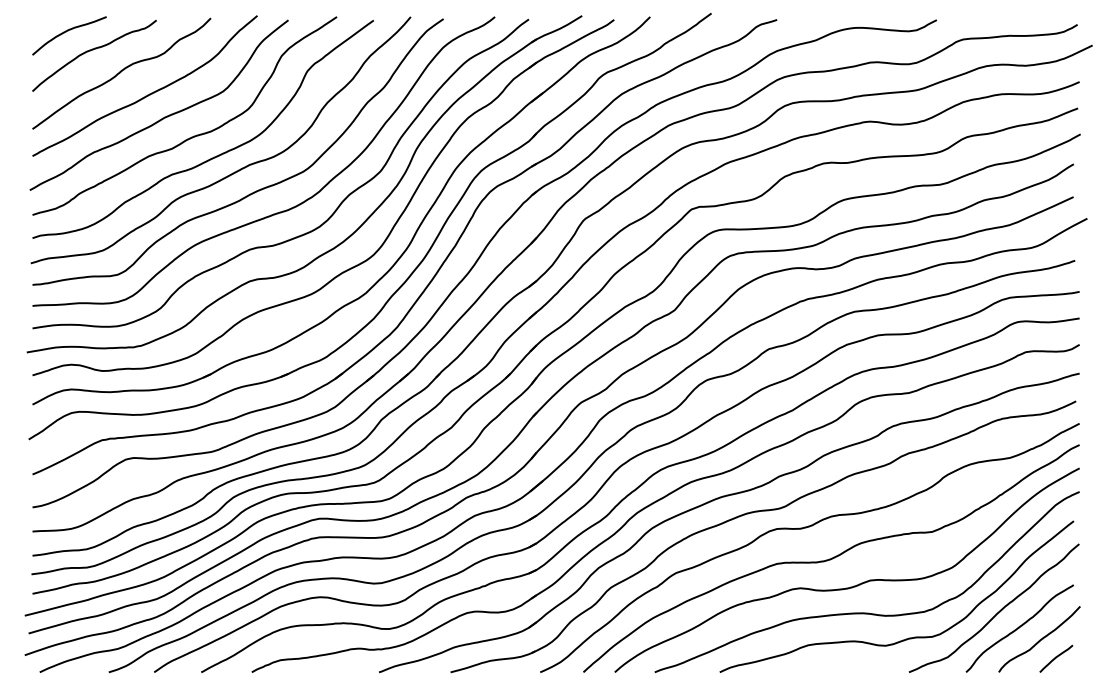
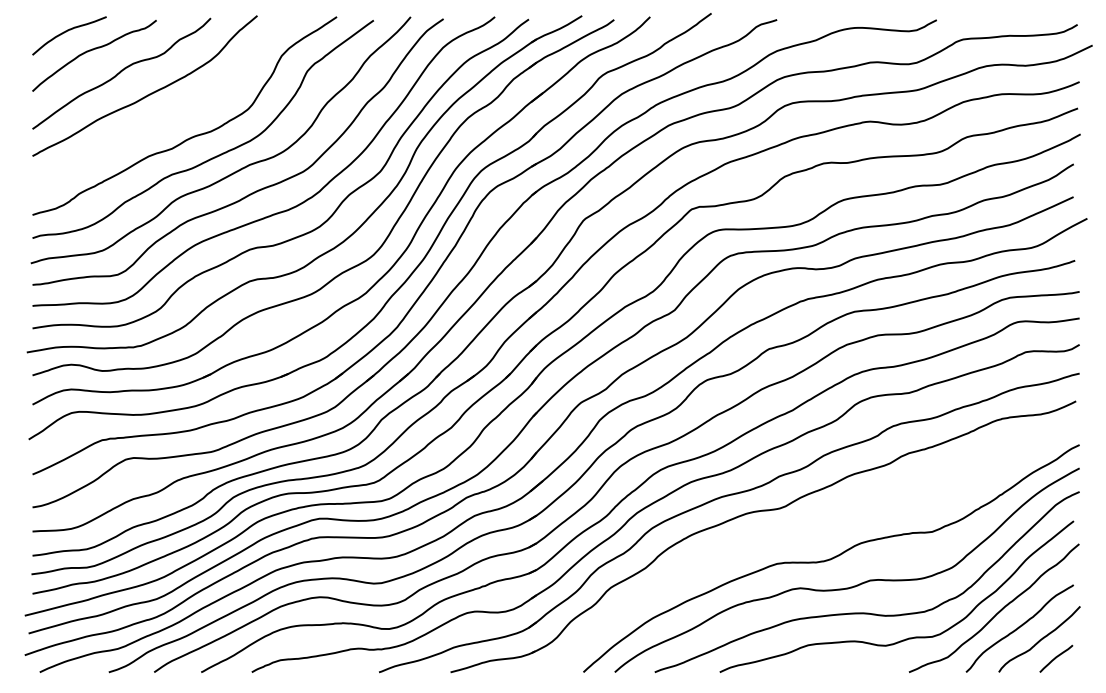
curve at (164, 116): present -> none
curve at (806, 528): present -> none
